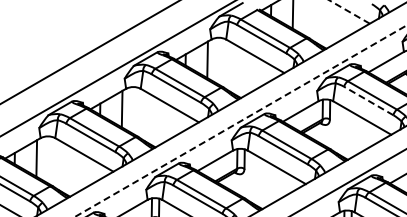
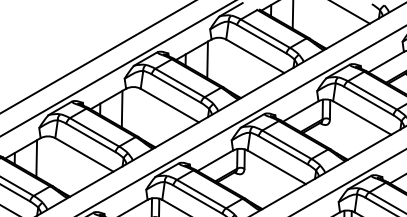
line at (349, 11): dashed -> solid
line at (89, 52) position: (89, 52) -> (97, 57)
line at (368, 100): dashed -> solid
line at (240, 121): dashed -> solid
